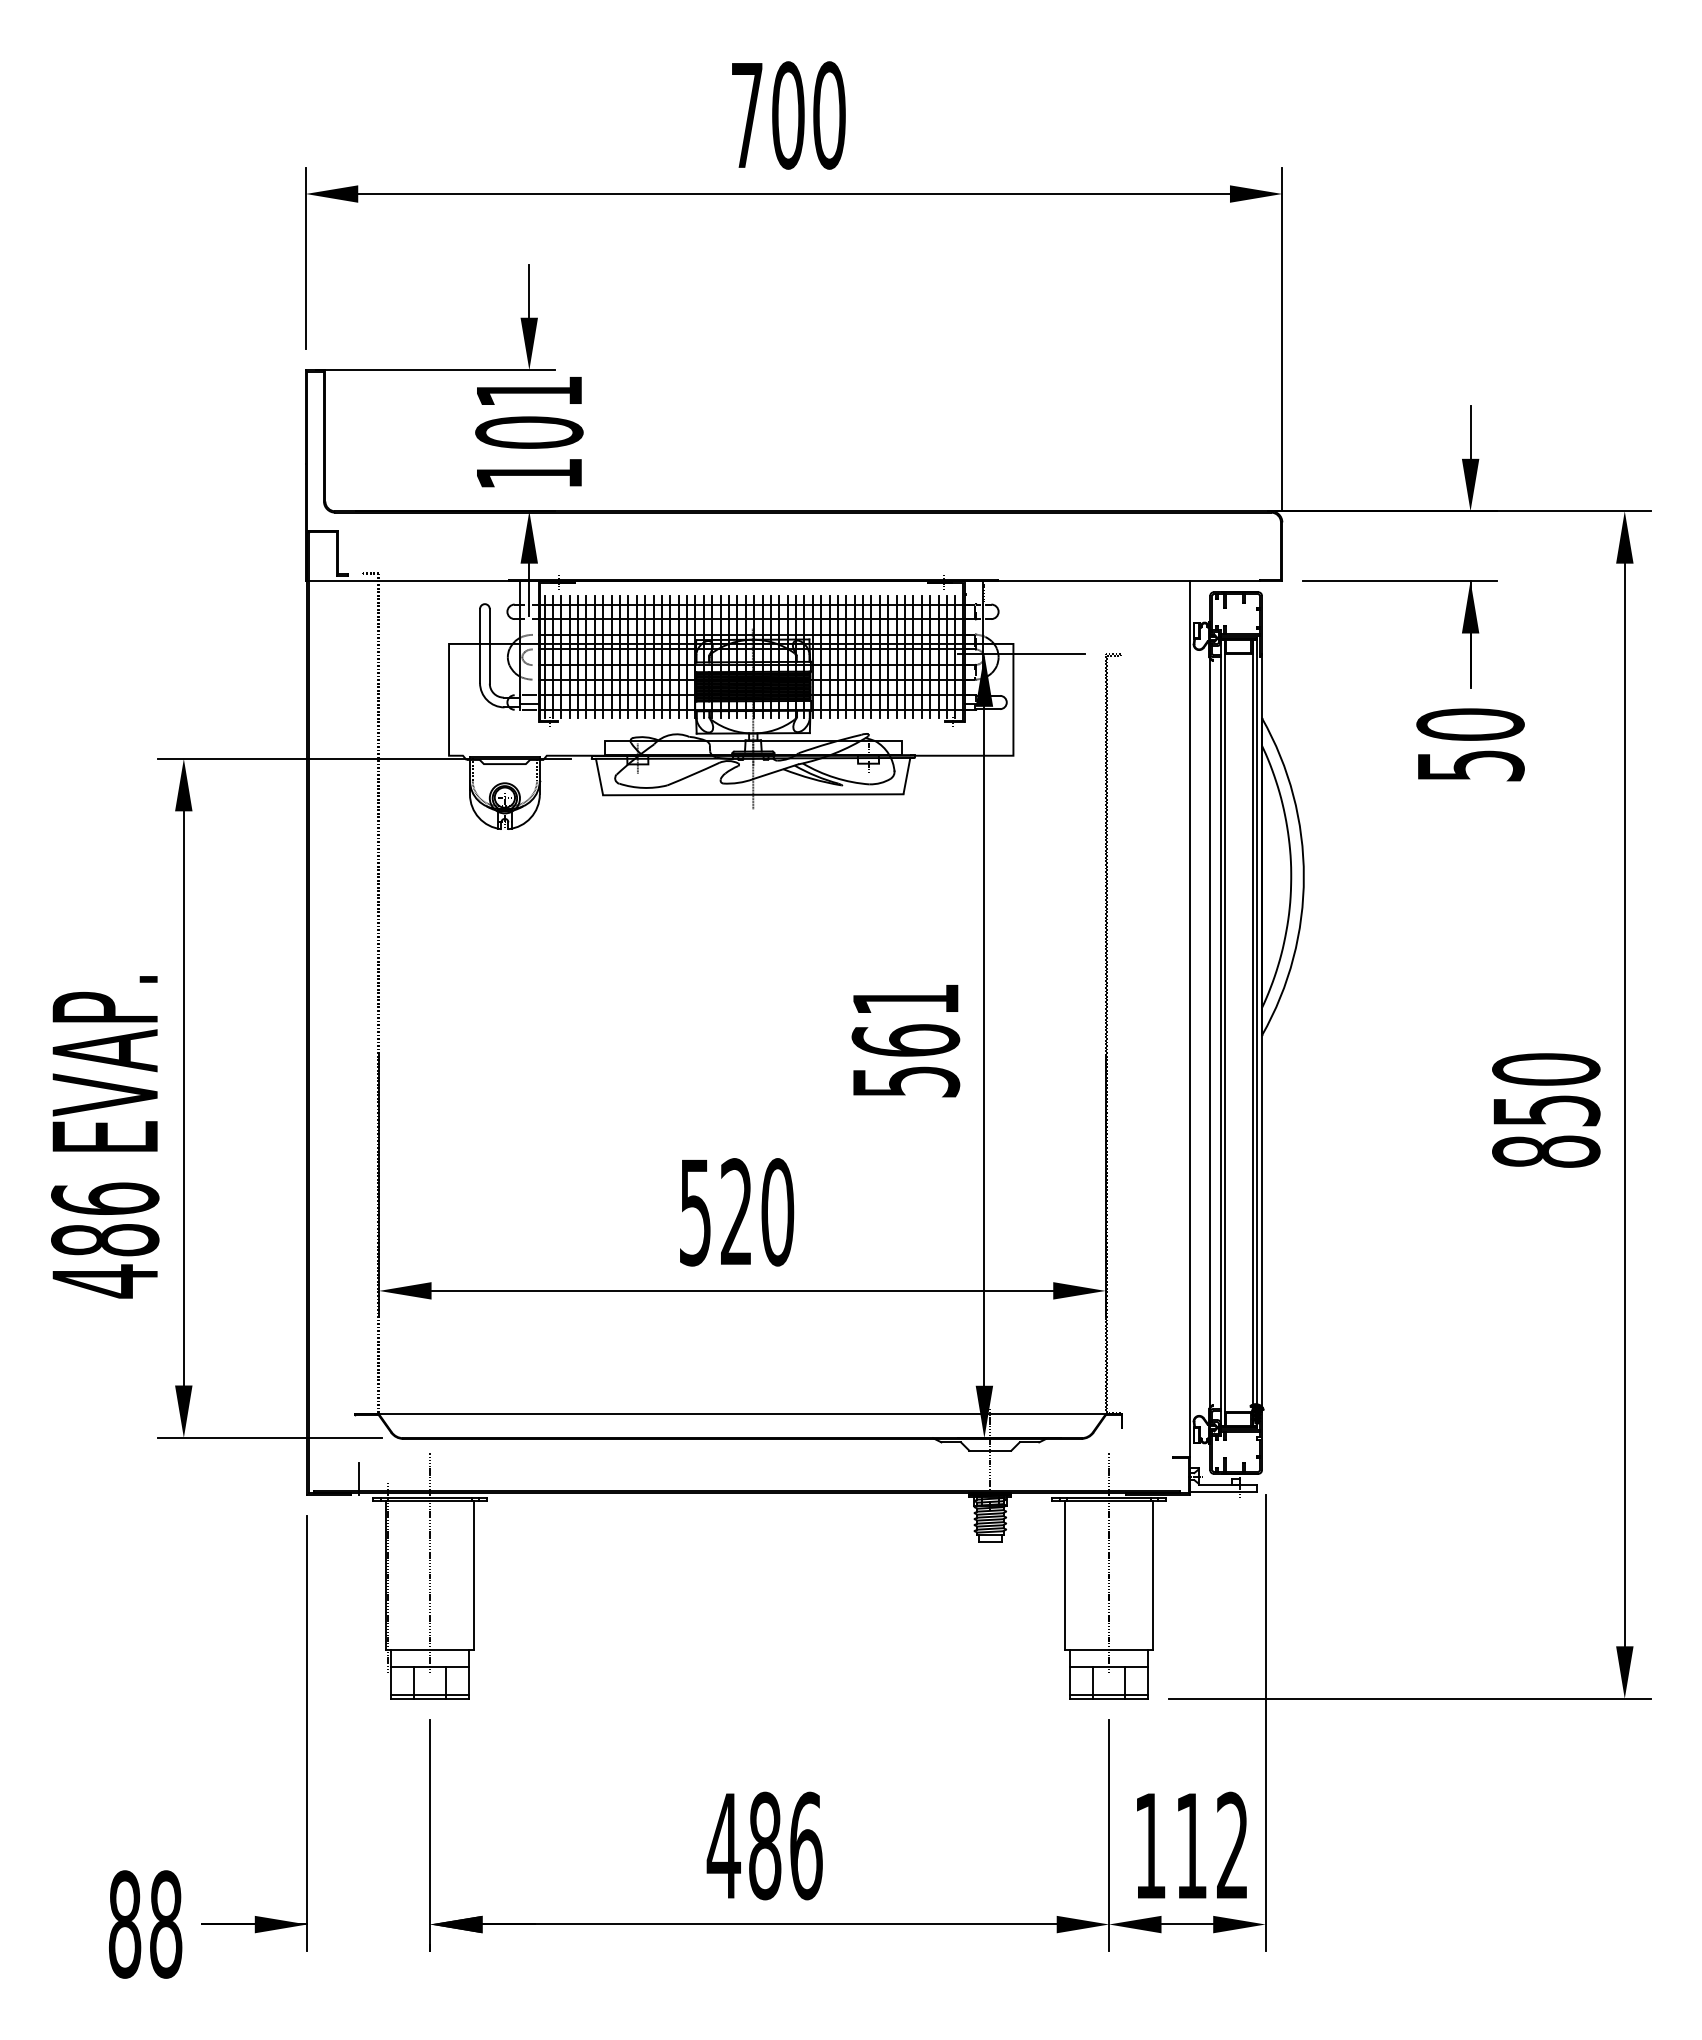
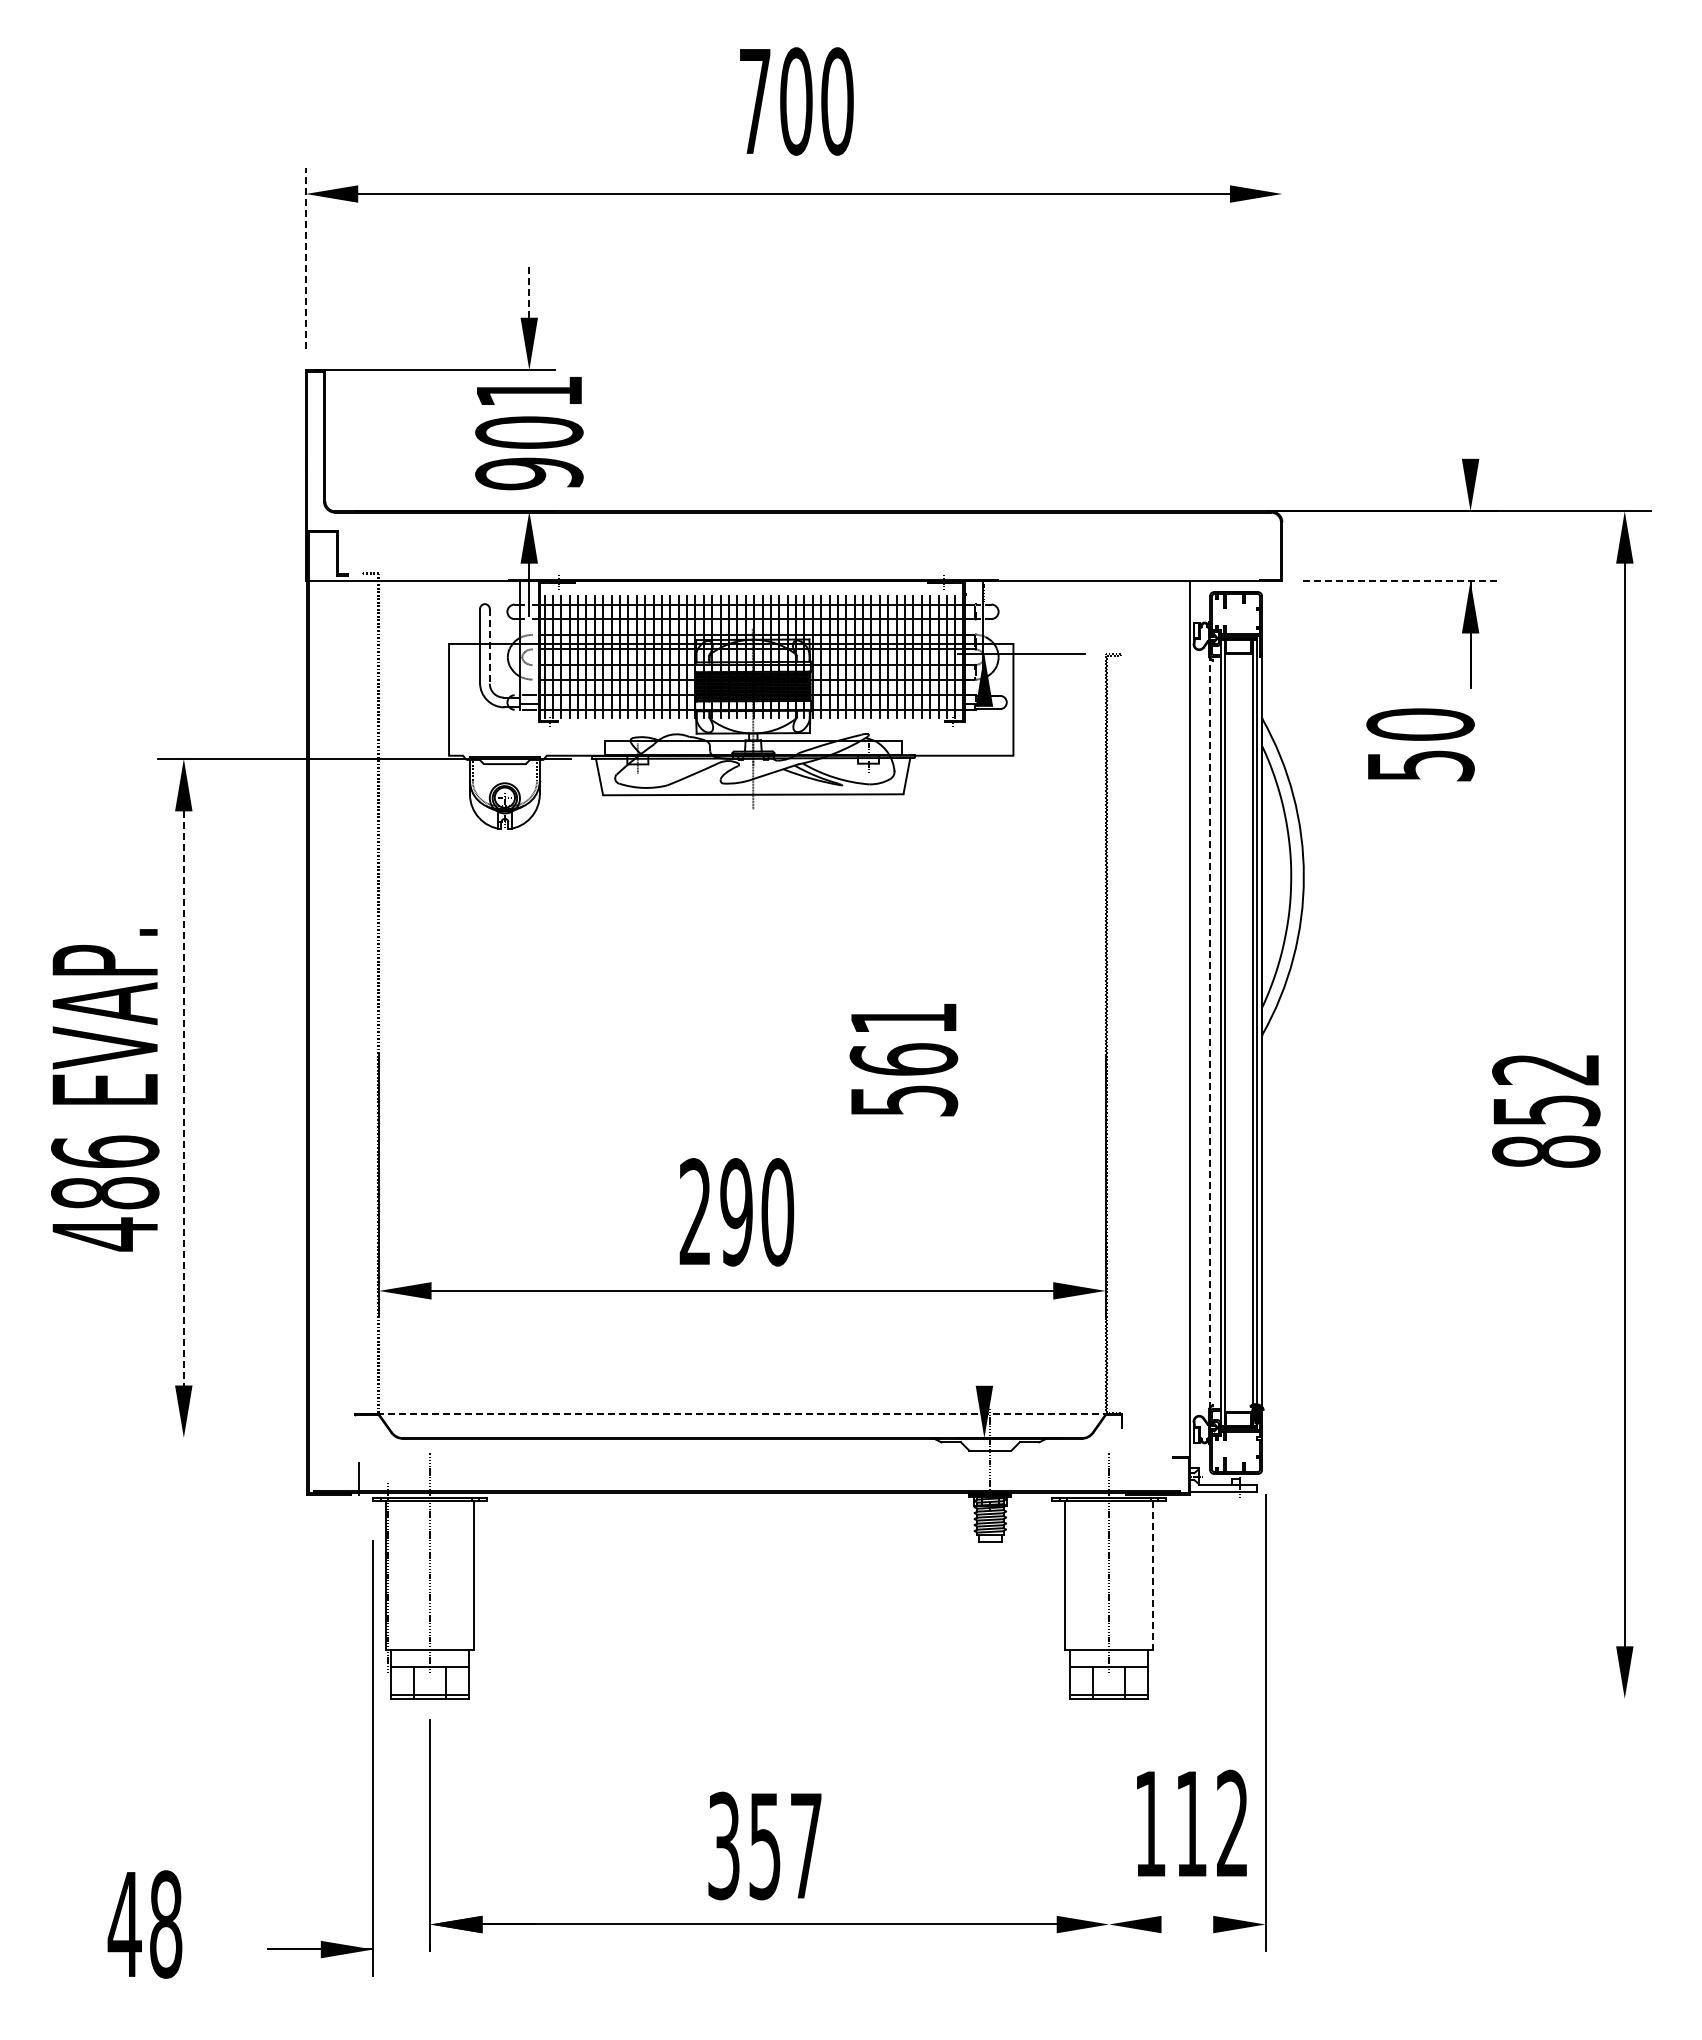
text at (788, 115) position: (788, 115) -> (796, 101)
line at (305, 258): solid -> dashed
line at (529, 291): solid -> dashed
line at (1282, 339): present -> none
line at (1470, 432): present -> none
text at (529, 473): 101 -> 901
line at (1400, 581): solid -> dashed
line at (489, 646): solid -> dashed
text at (1470, 744) position: (1470, 744) -> (1420, 744)
line at (1210, 1033): solid -> dashed
text at (905, 1041) position: (905, 1041) -> (903, 1060)
line at (984, 1045): present -> none
text at (1546, 1069): 850 -> 852
line at (183, 1098): solid -> dashed
text at (105, 1137) position: (105, 1137) -> (105, 1090)
text at (715, 1212): 520 -> 290
line at (738, 1414): solid -> dashed
line at (269, 1437): present -> none
line at (1153, 1575): solid -> dashed
line at (1410, 1698): present -> none
part at (306, 1733) position: (306, 1733) -> (372, 1758)
line at (1109, 1834): present -> none
text at (1191, 1844) position: (1191, 1844) -> (1191, 1822)
text at (764, 1845): 486 -> 357
text at (124, 1924): 88 -> 48
line at (1187, 1924): present -> none
